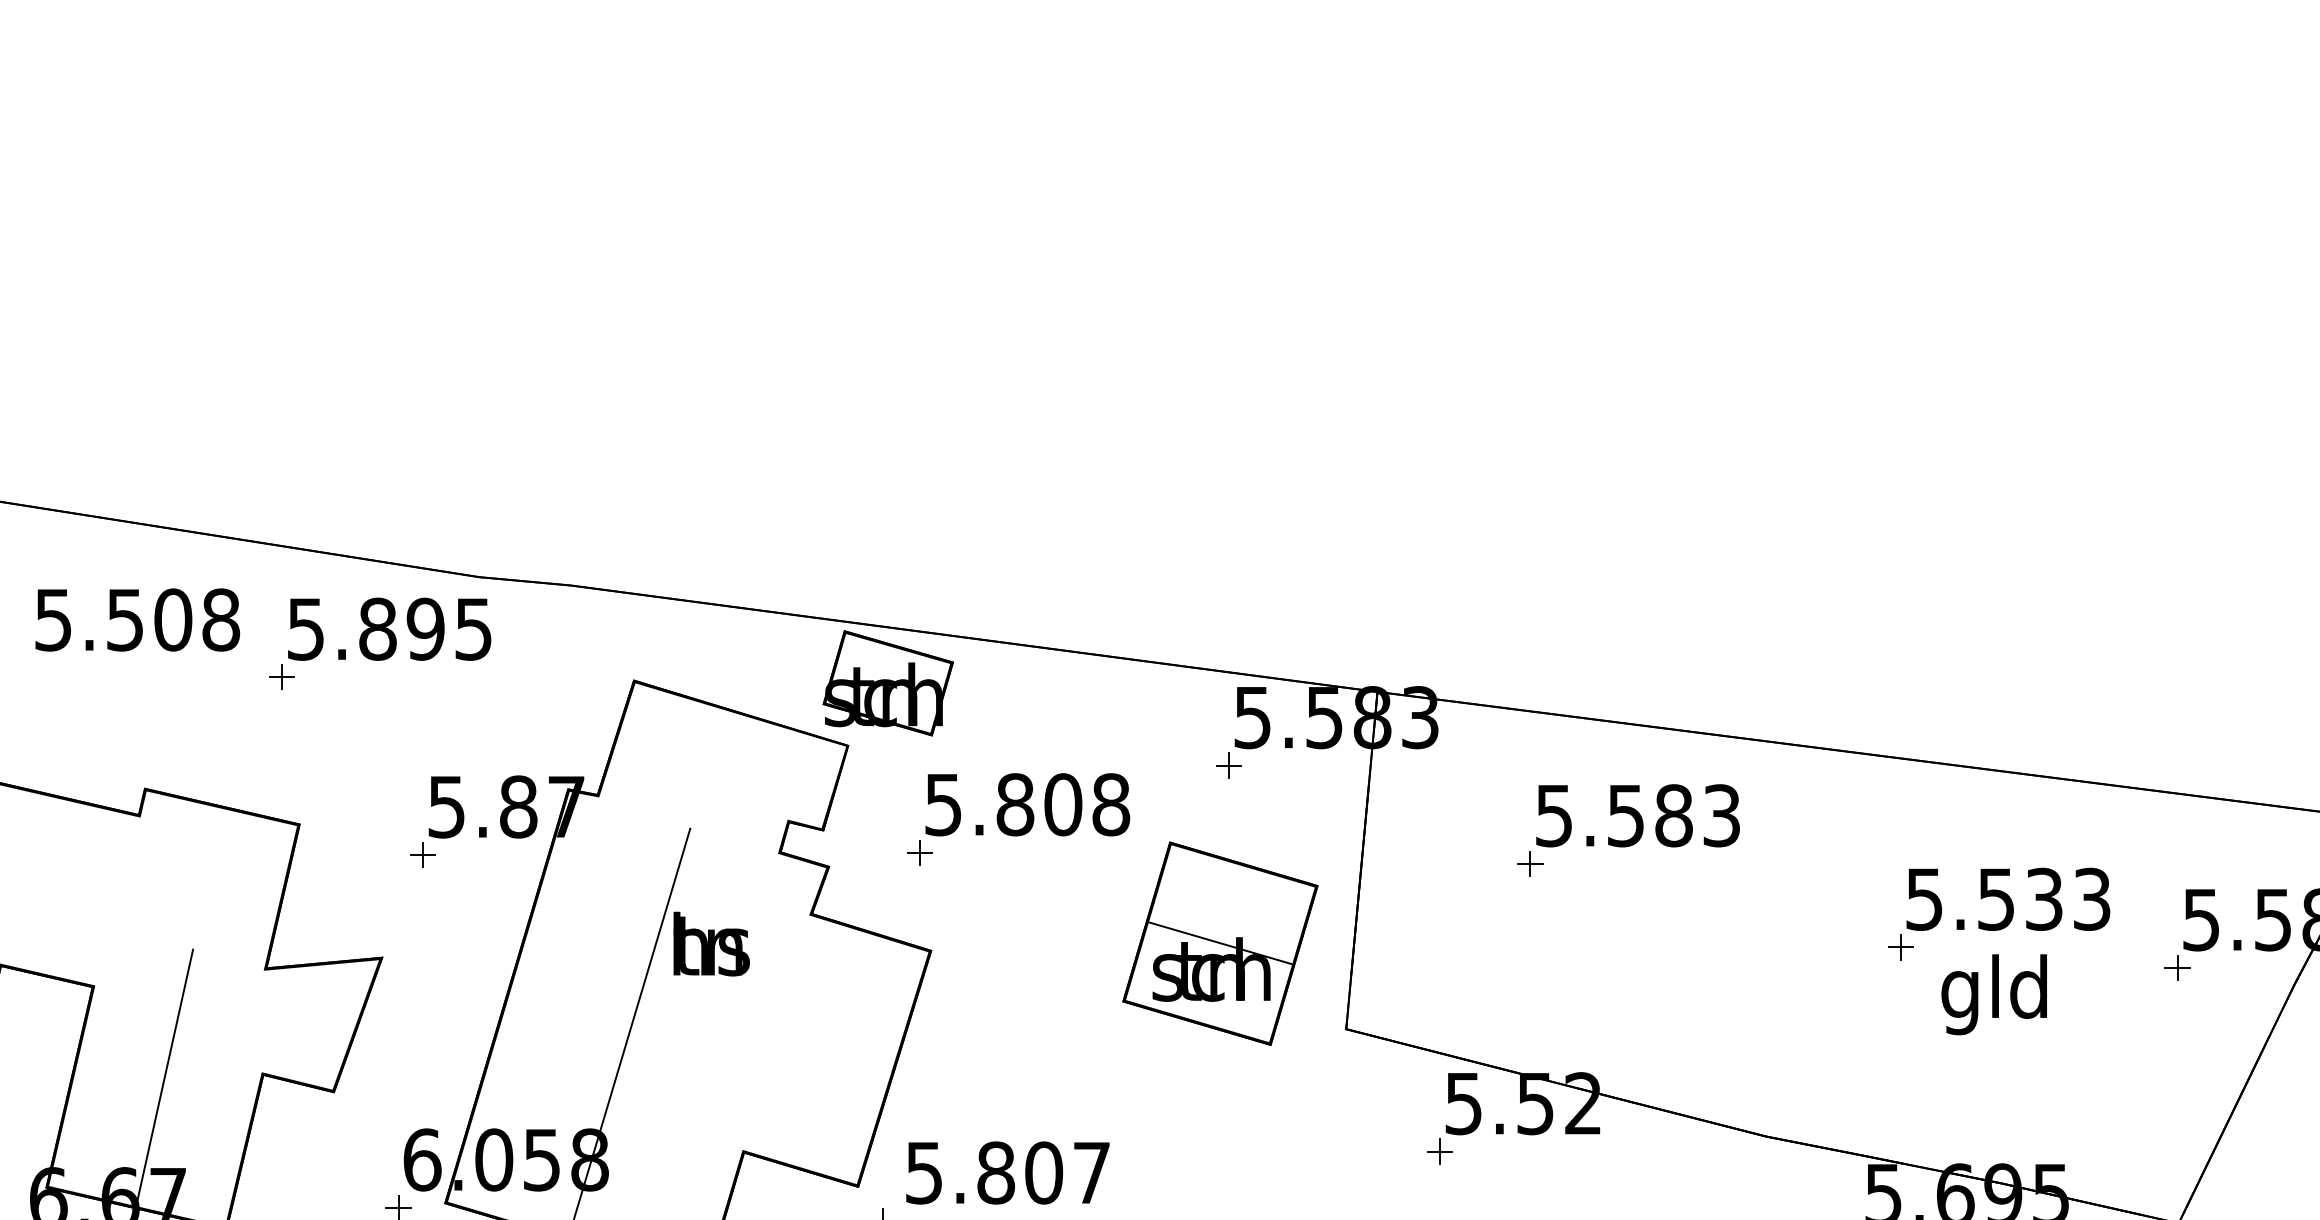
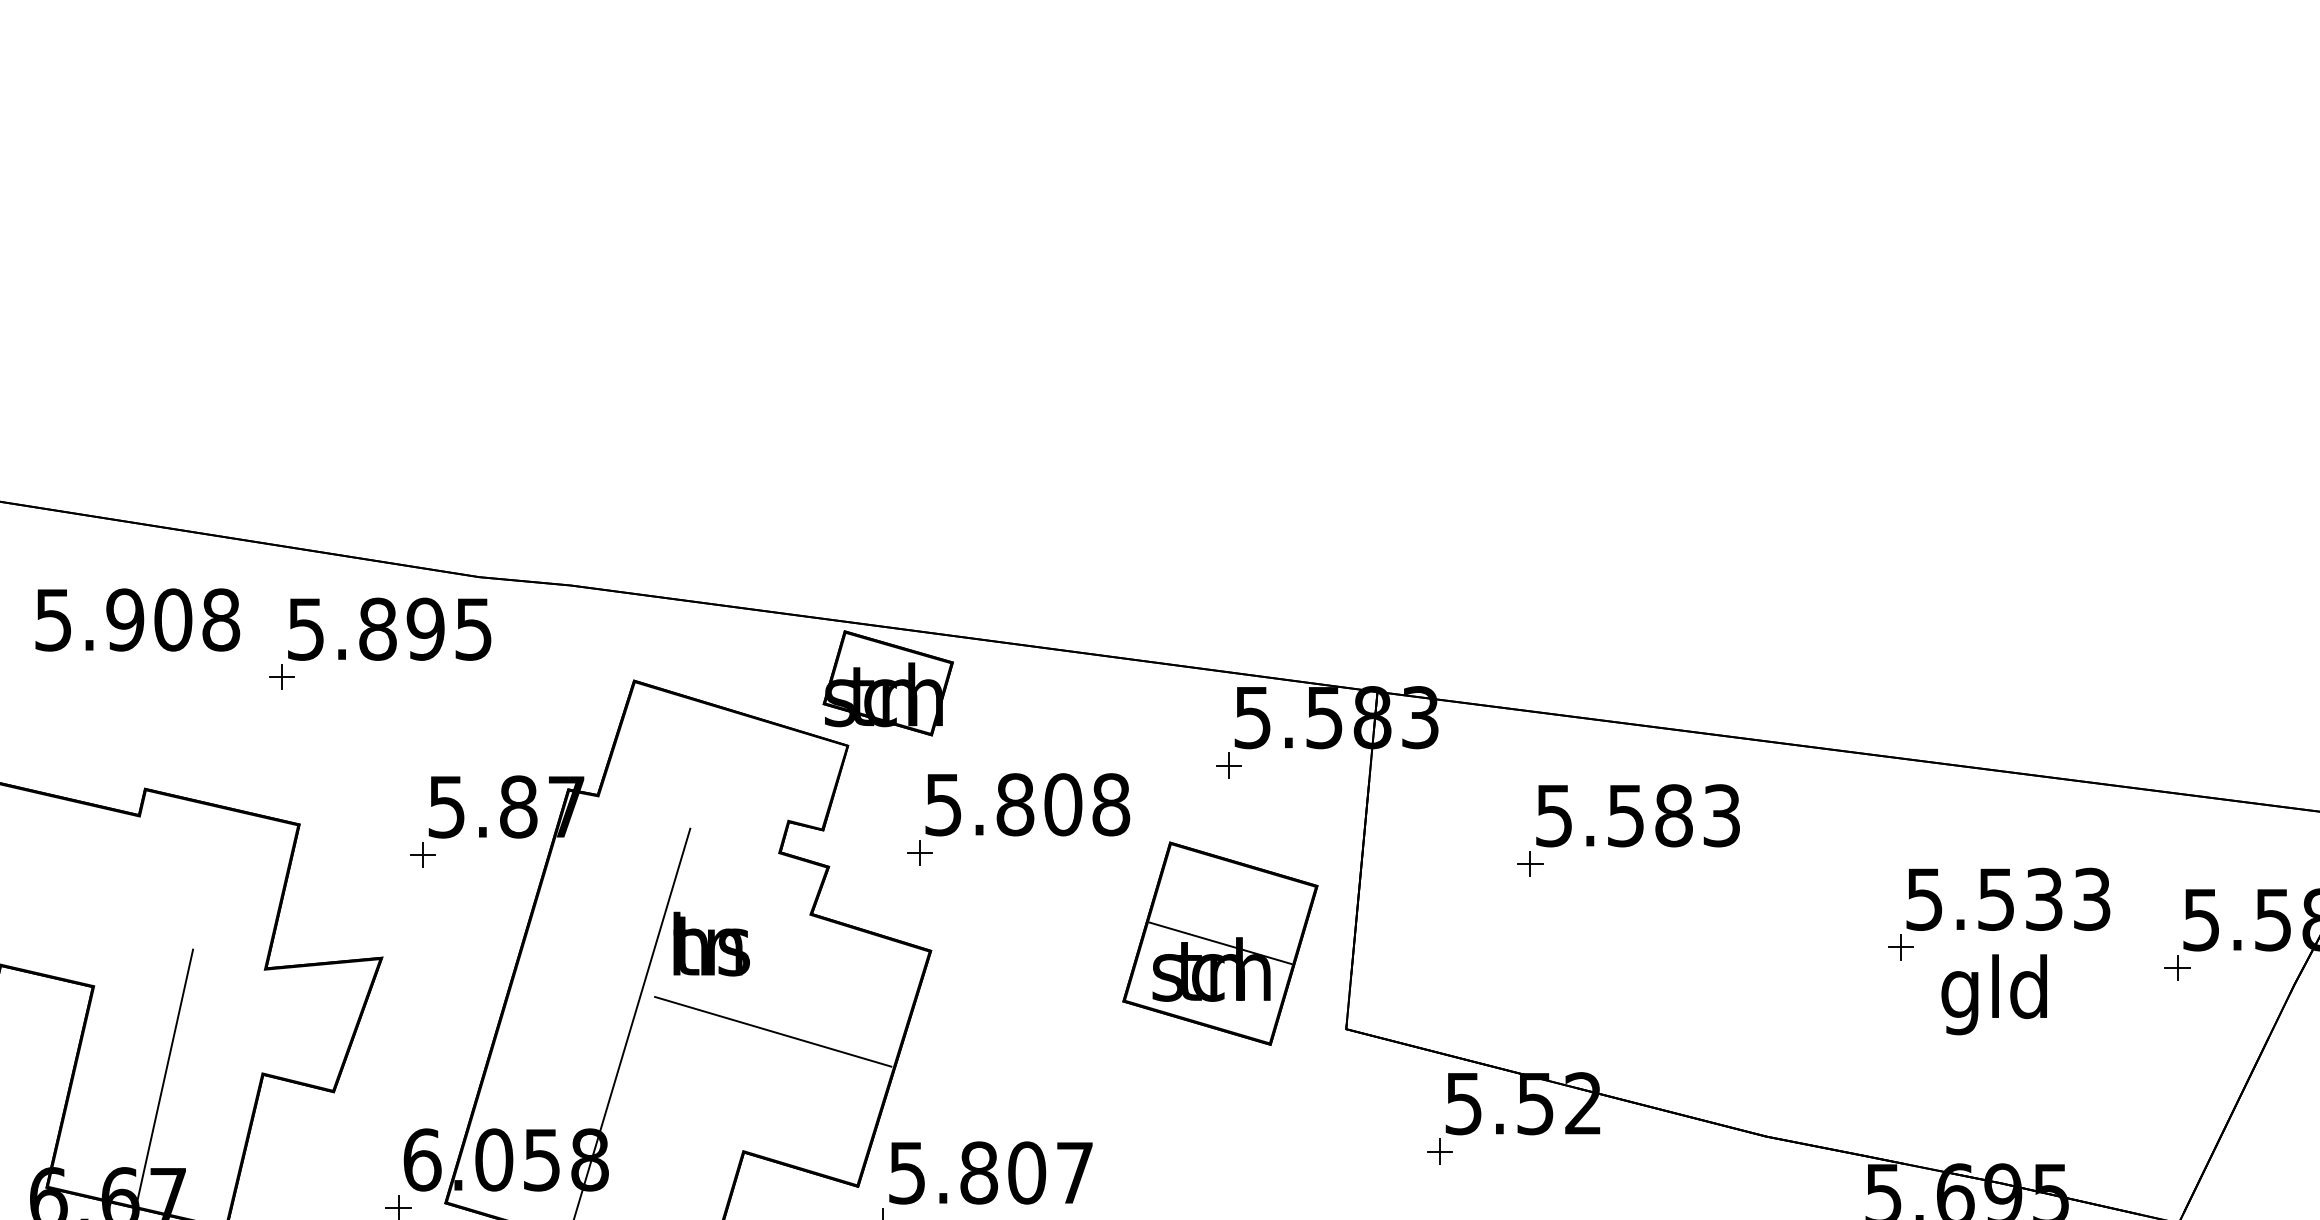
text at (125, 619): 5.508 -> 5.908
line at (773, 1031): none -> present
text at (1007, 1172) position: (1007, 1172) -> (990, 1172)
